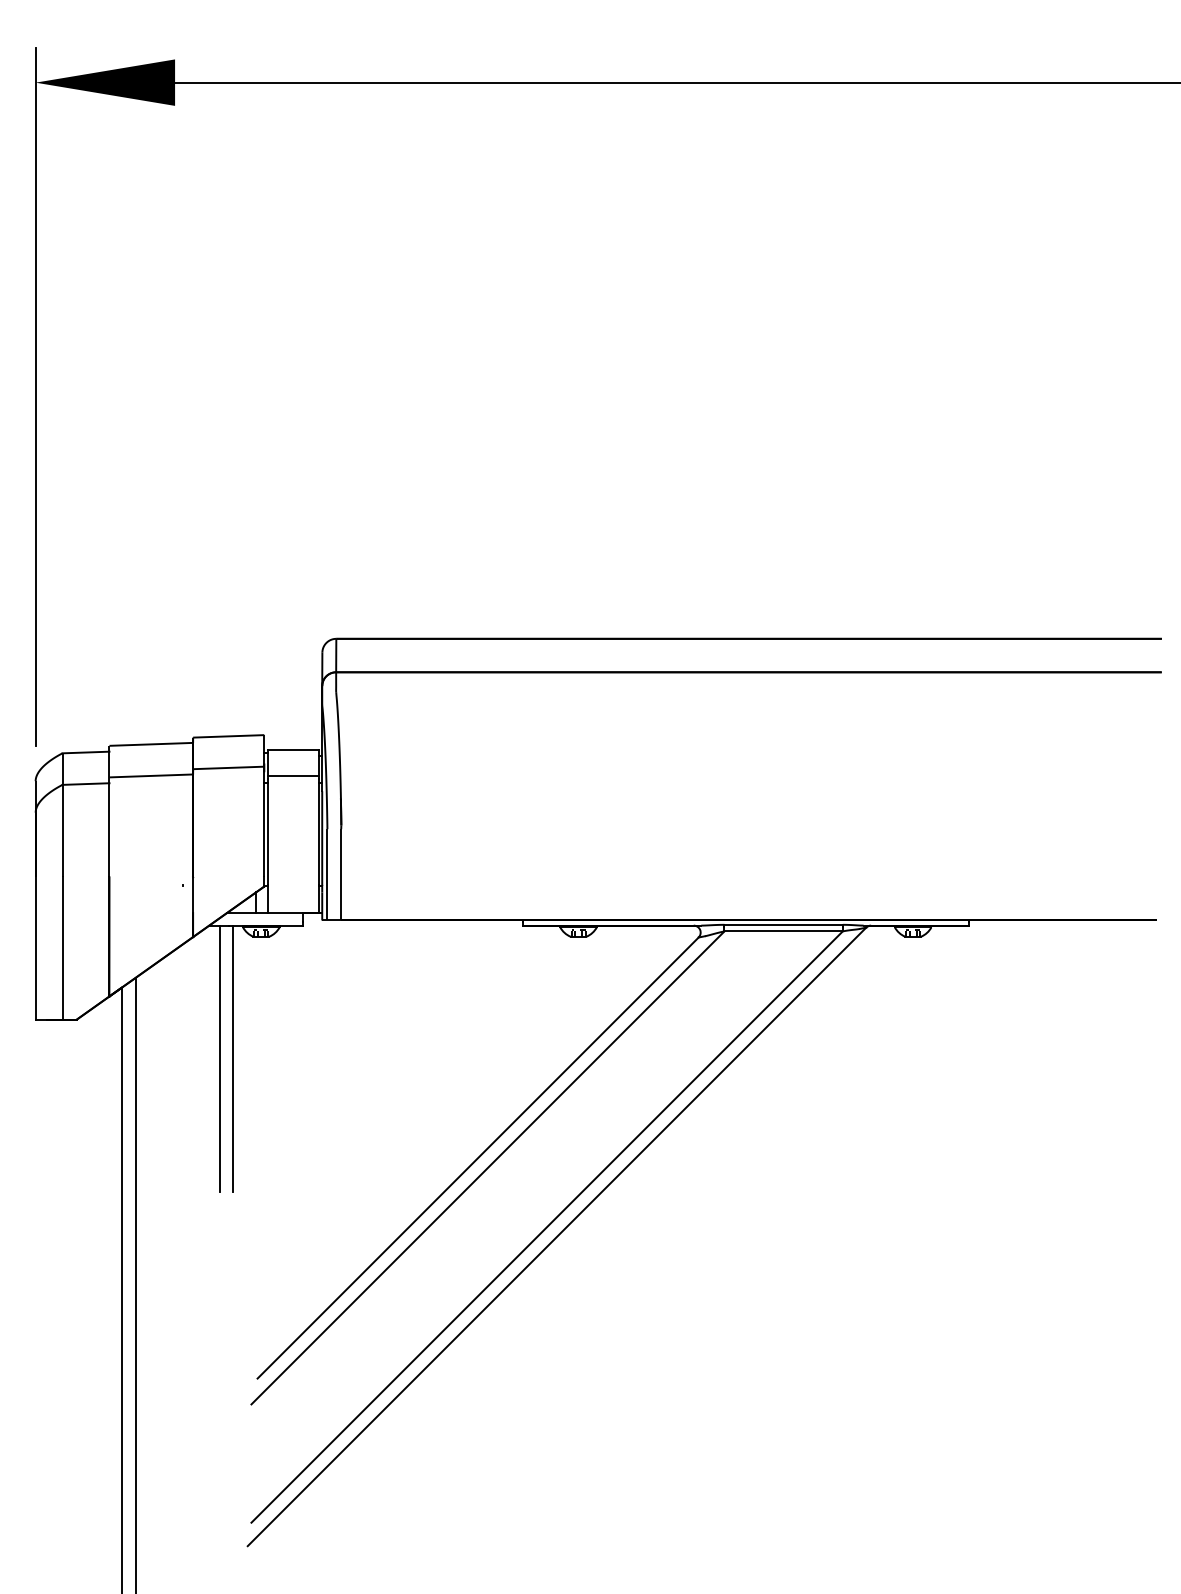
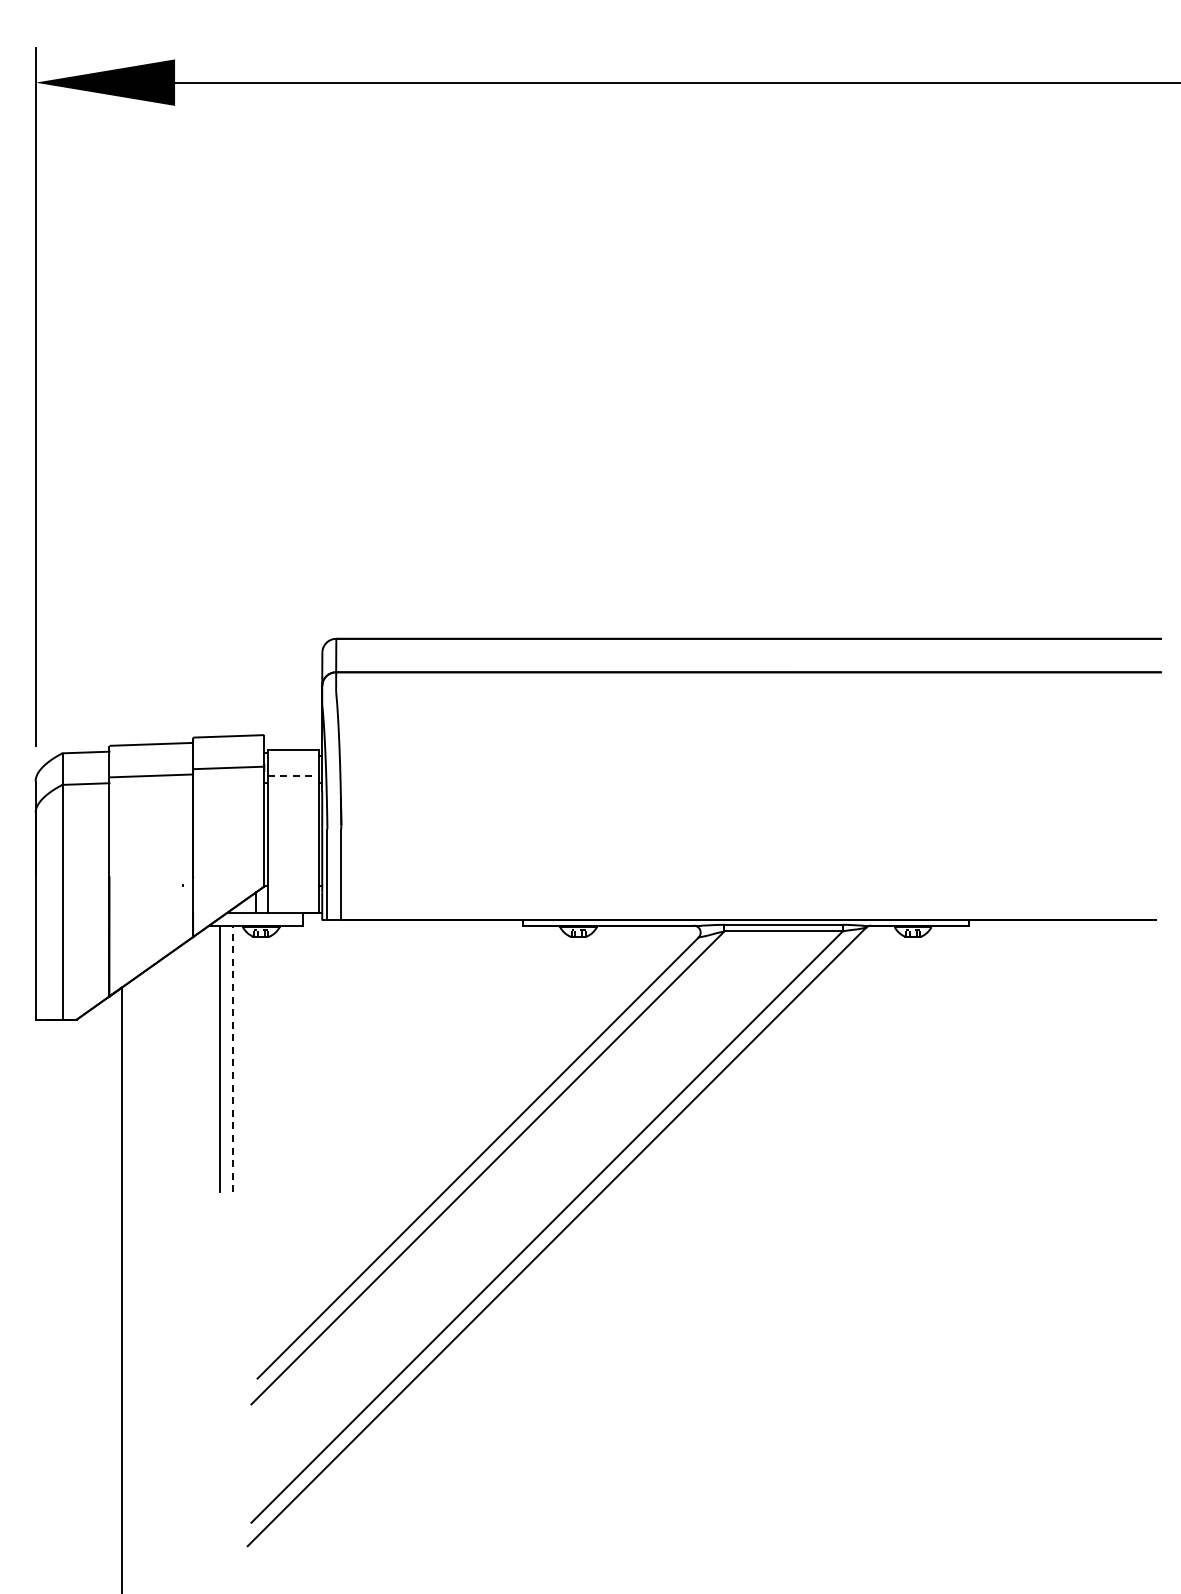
line at (293, 776): solid -> dashed
line at (233, 1058): solid -> dashed
line at (135, 1283): present -> none
